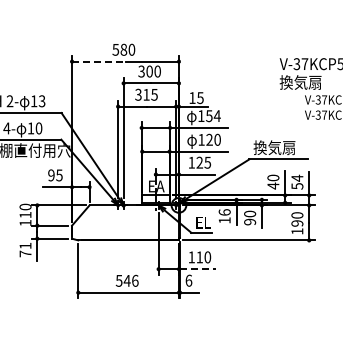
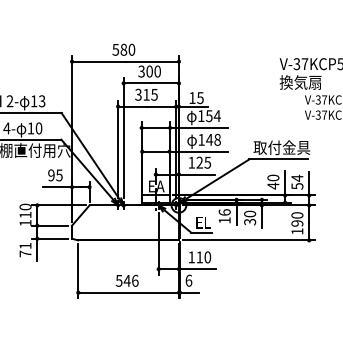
line at (98, 61): dashed -> solid
text at (213, 139): 120 -> 148
text at (281, 147): 換気扇 -> 取付金具
text at (250, 221): 90 -> 30
line at (197, 269): dashed -> solid
